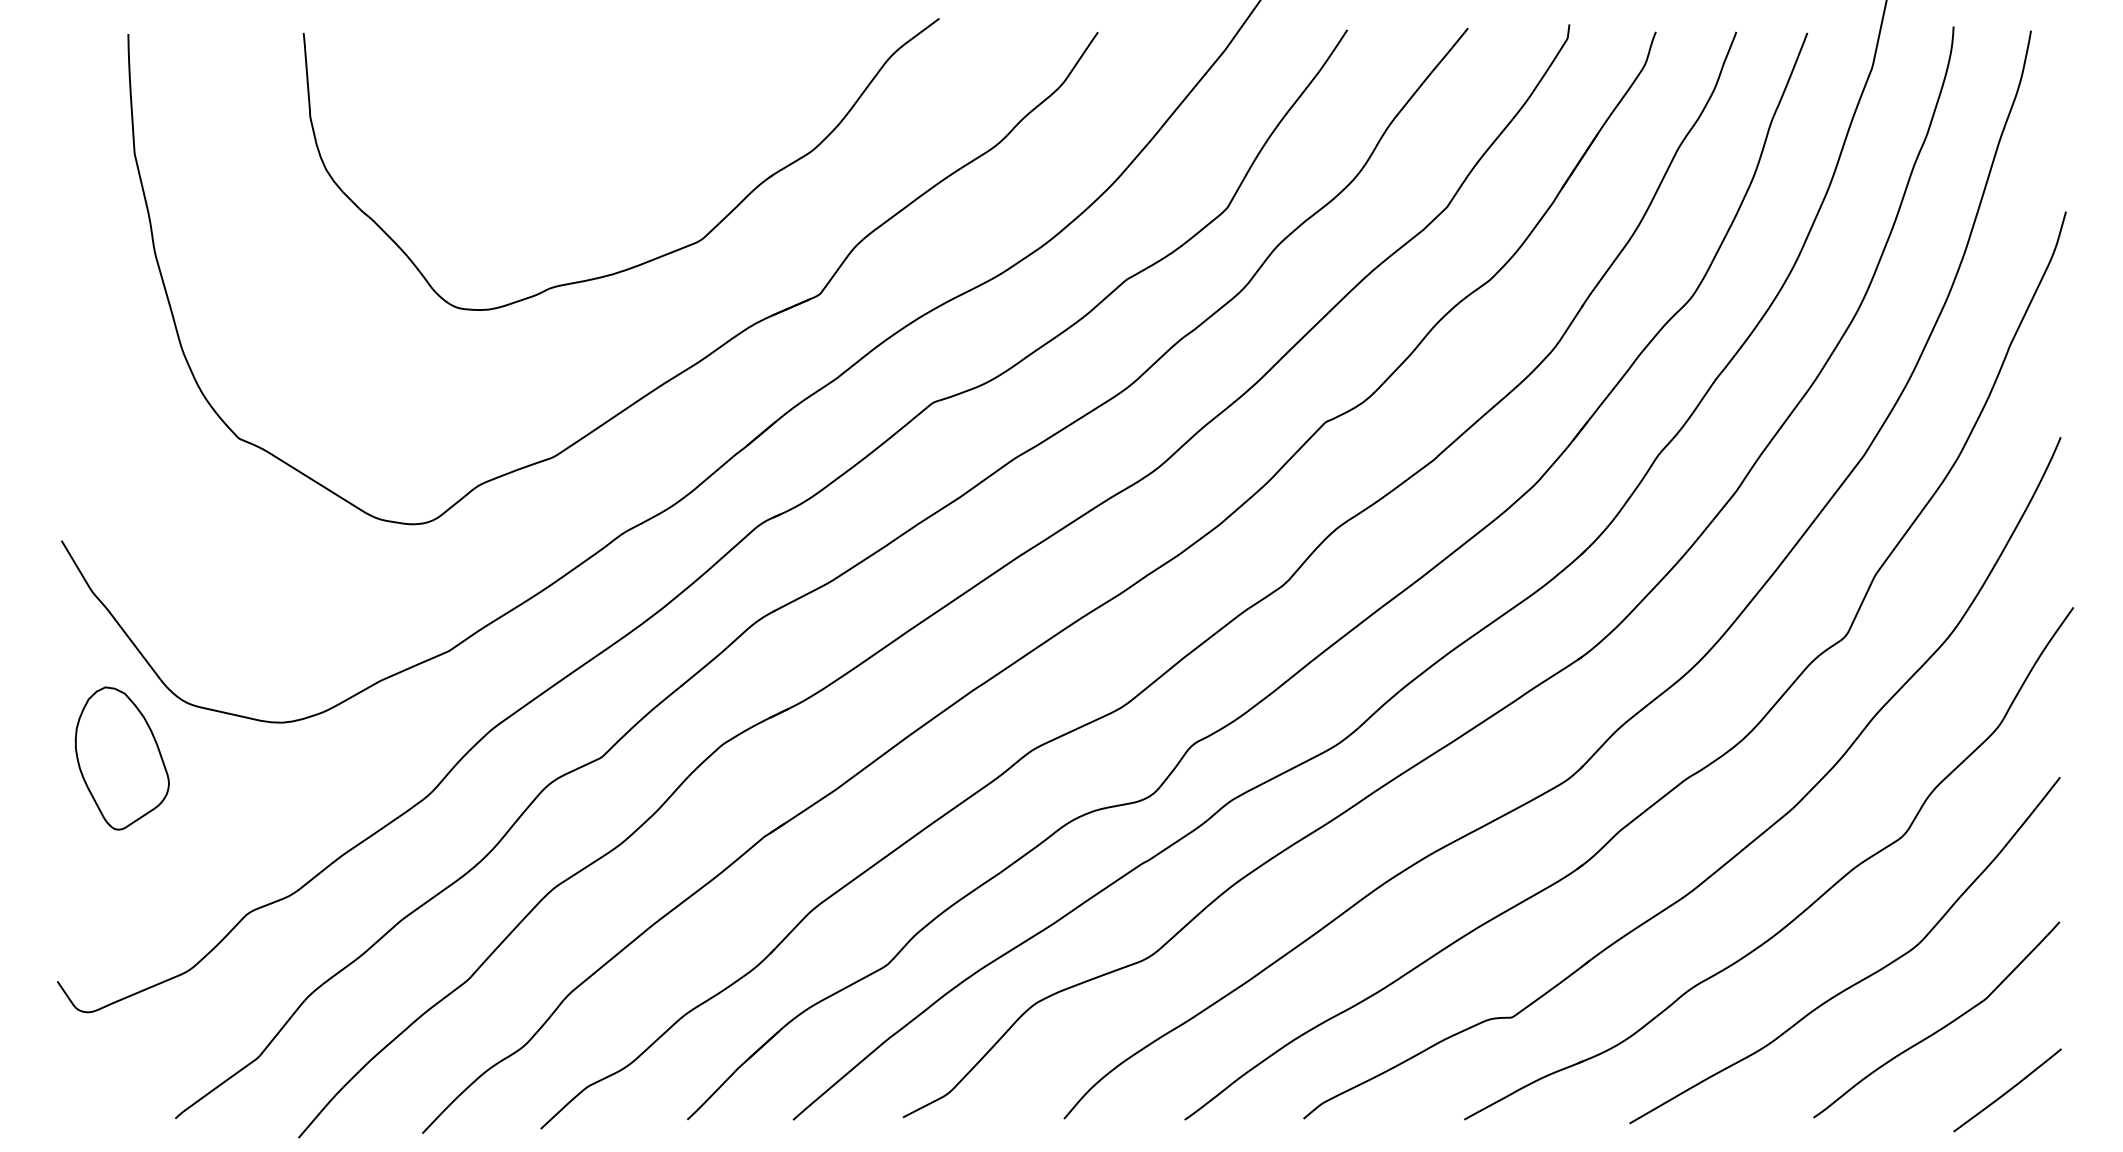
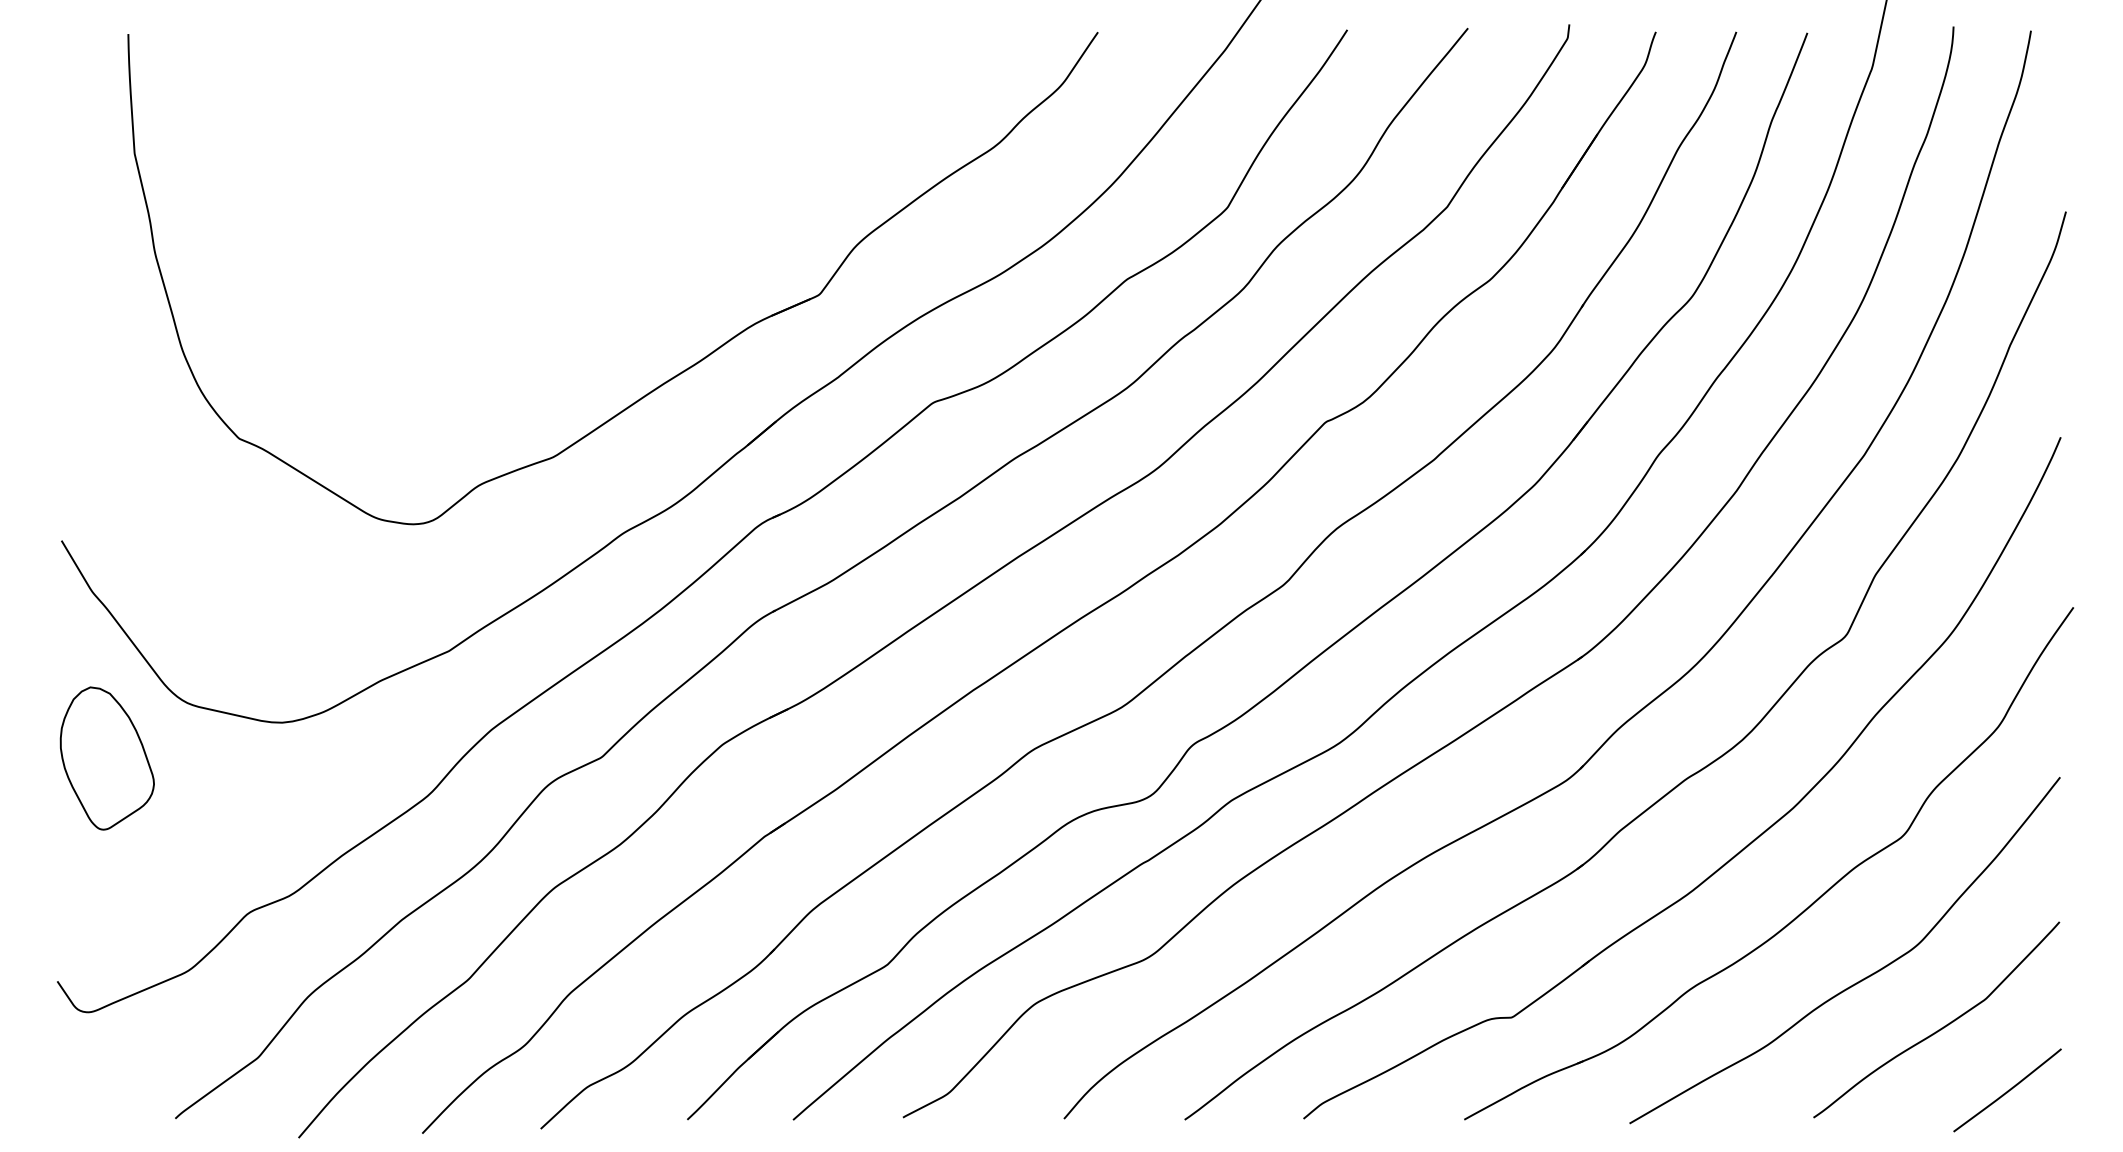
part at (655, 257): present -> none
part at (121, 758) position: (121, 758) -> (106, 758)
